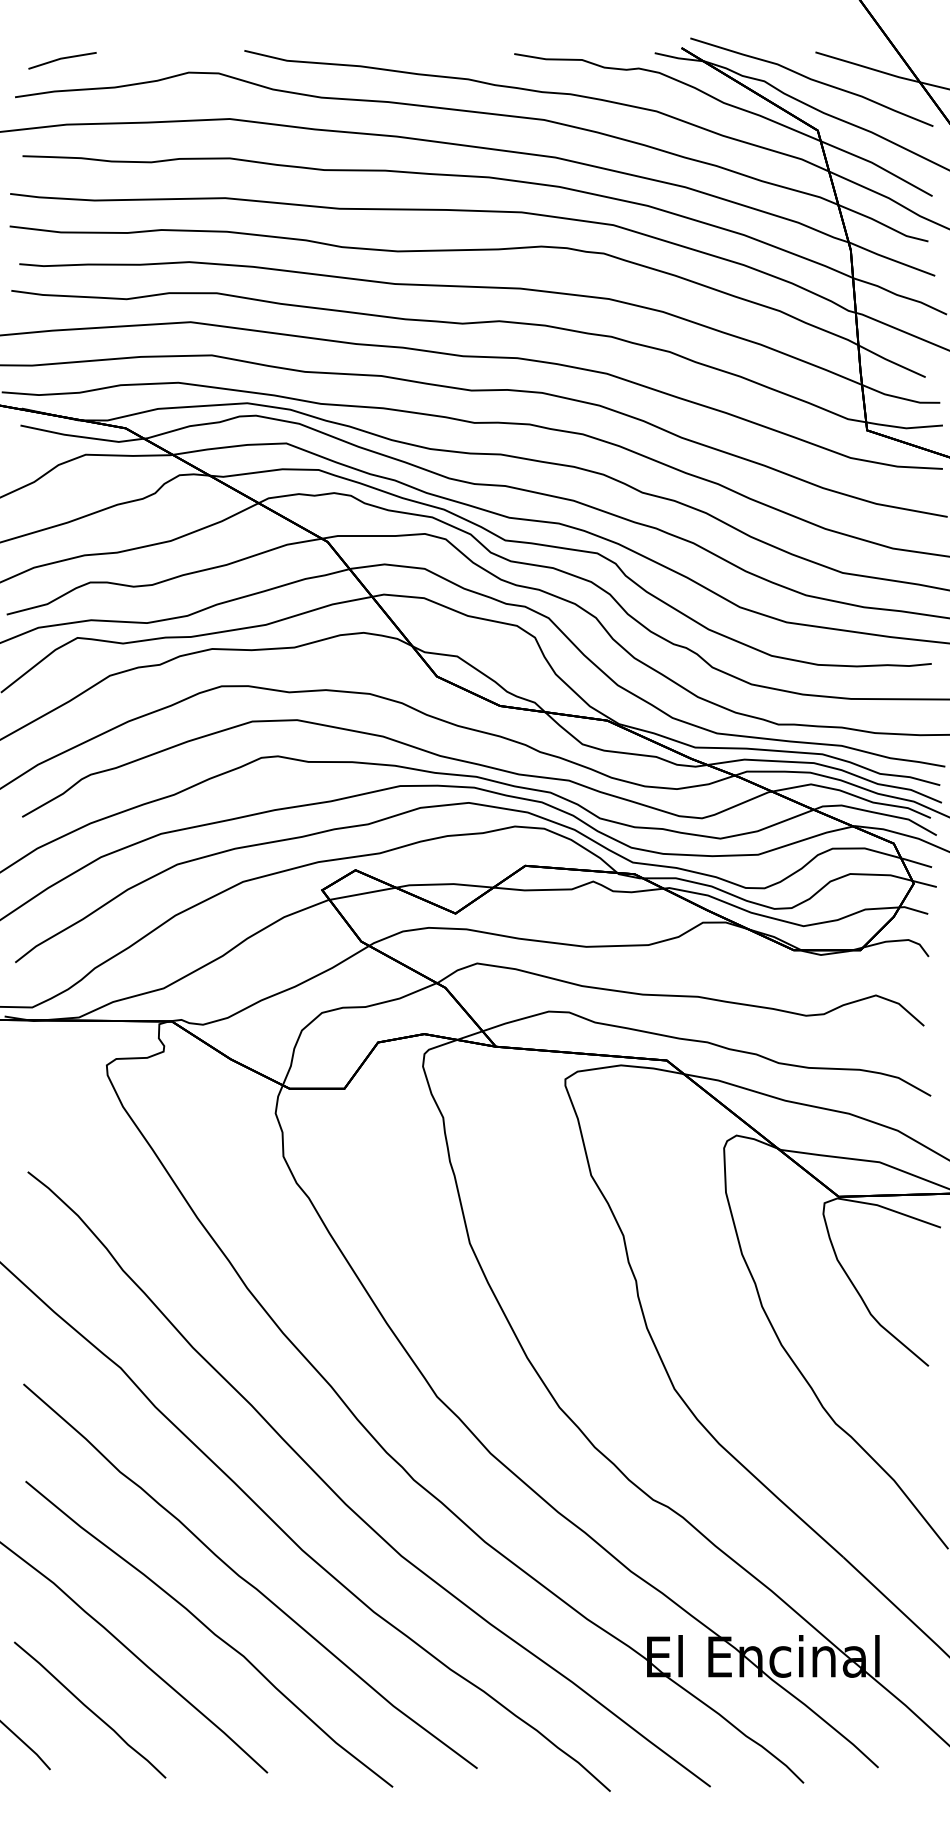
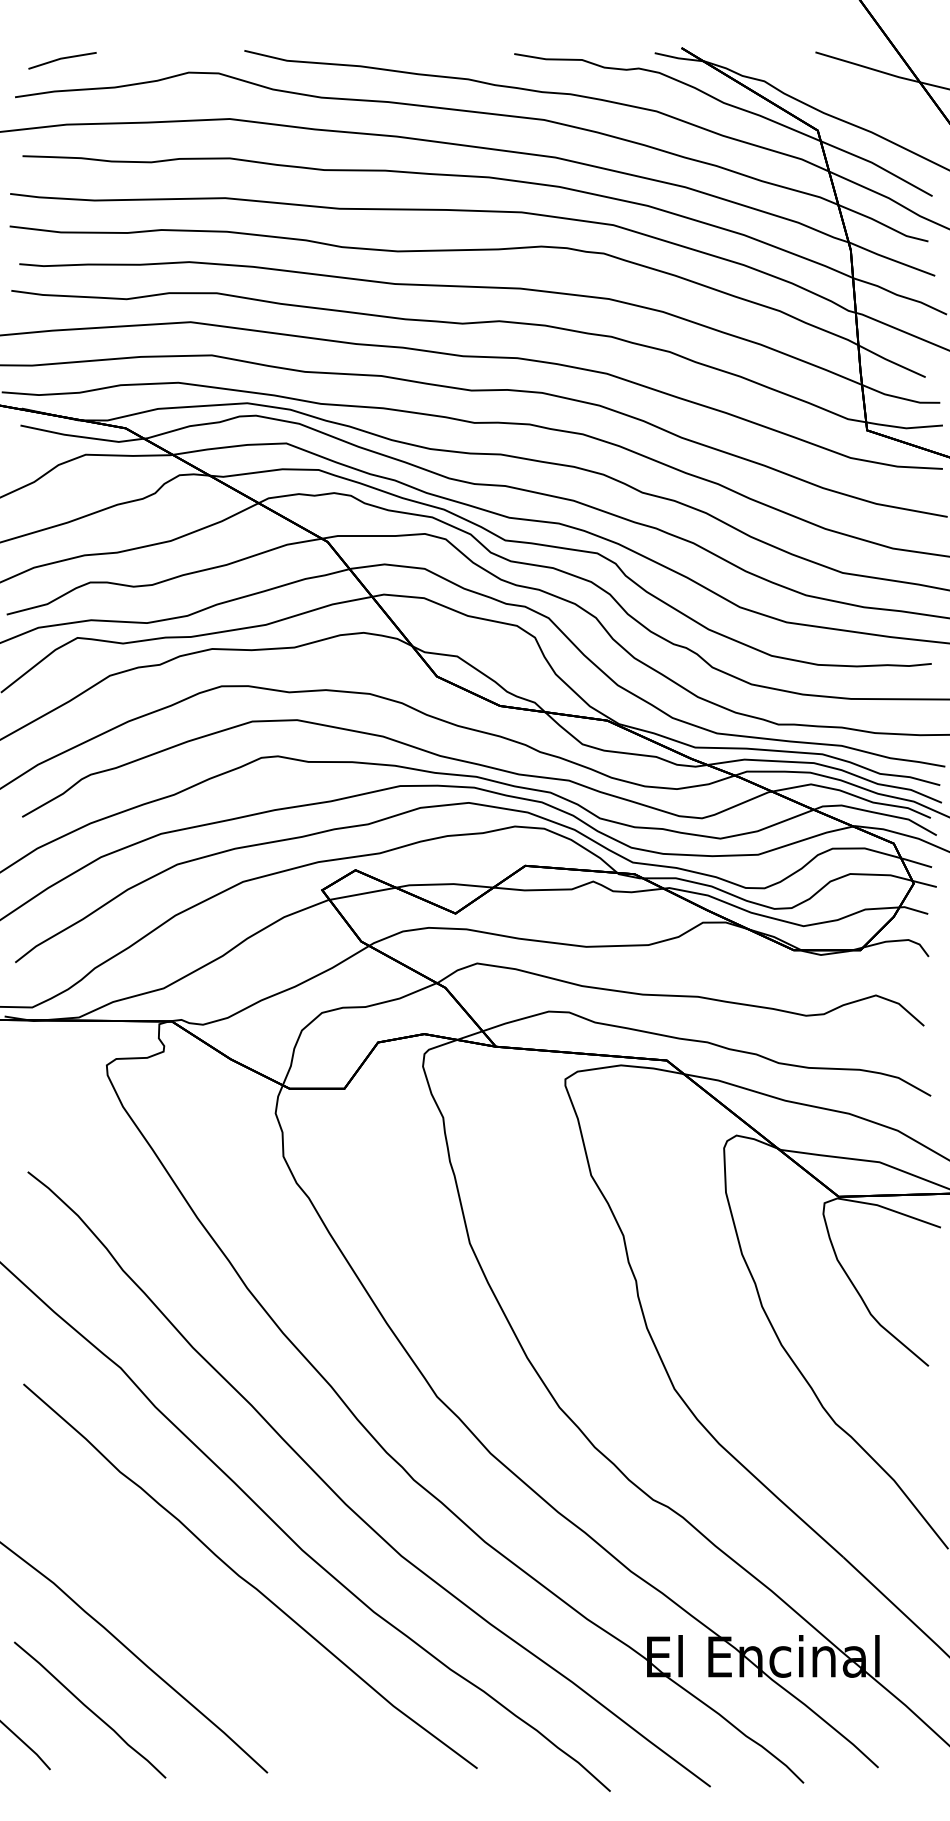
curve at (811, 80): present -> none
curve at (210, 1631): present -> none
